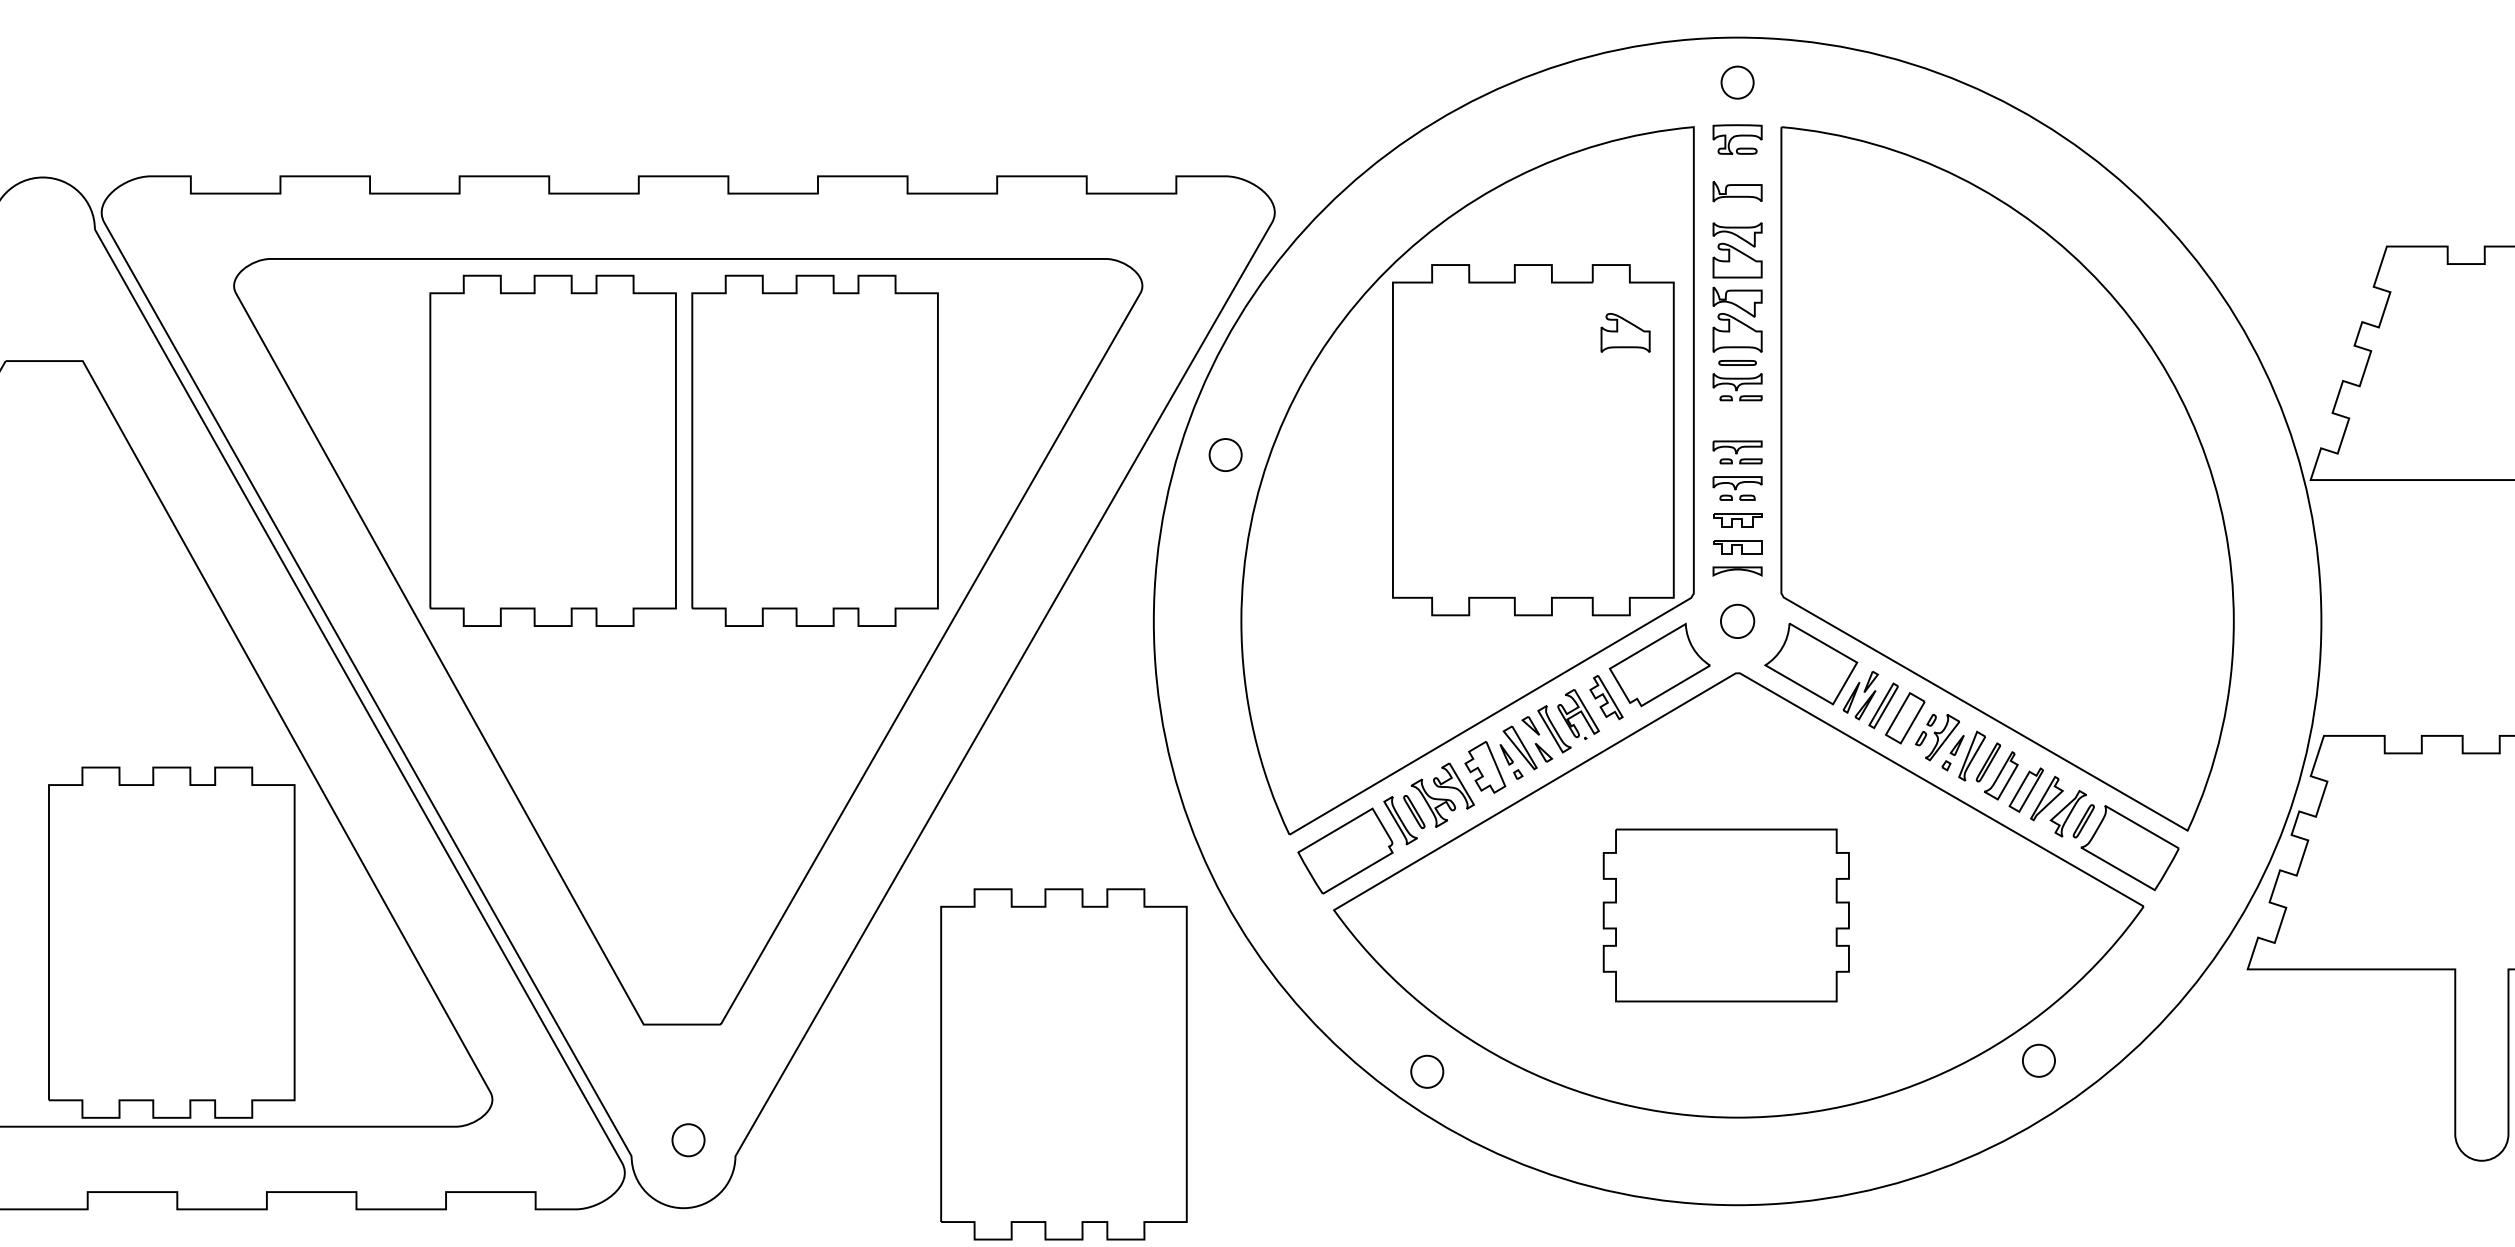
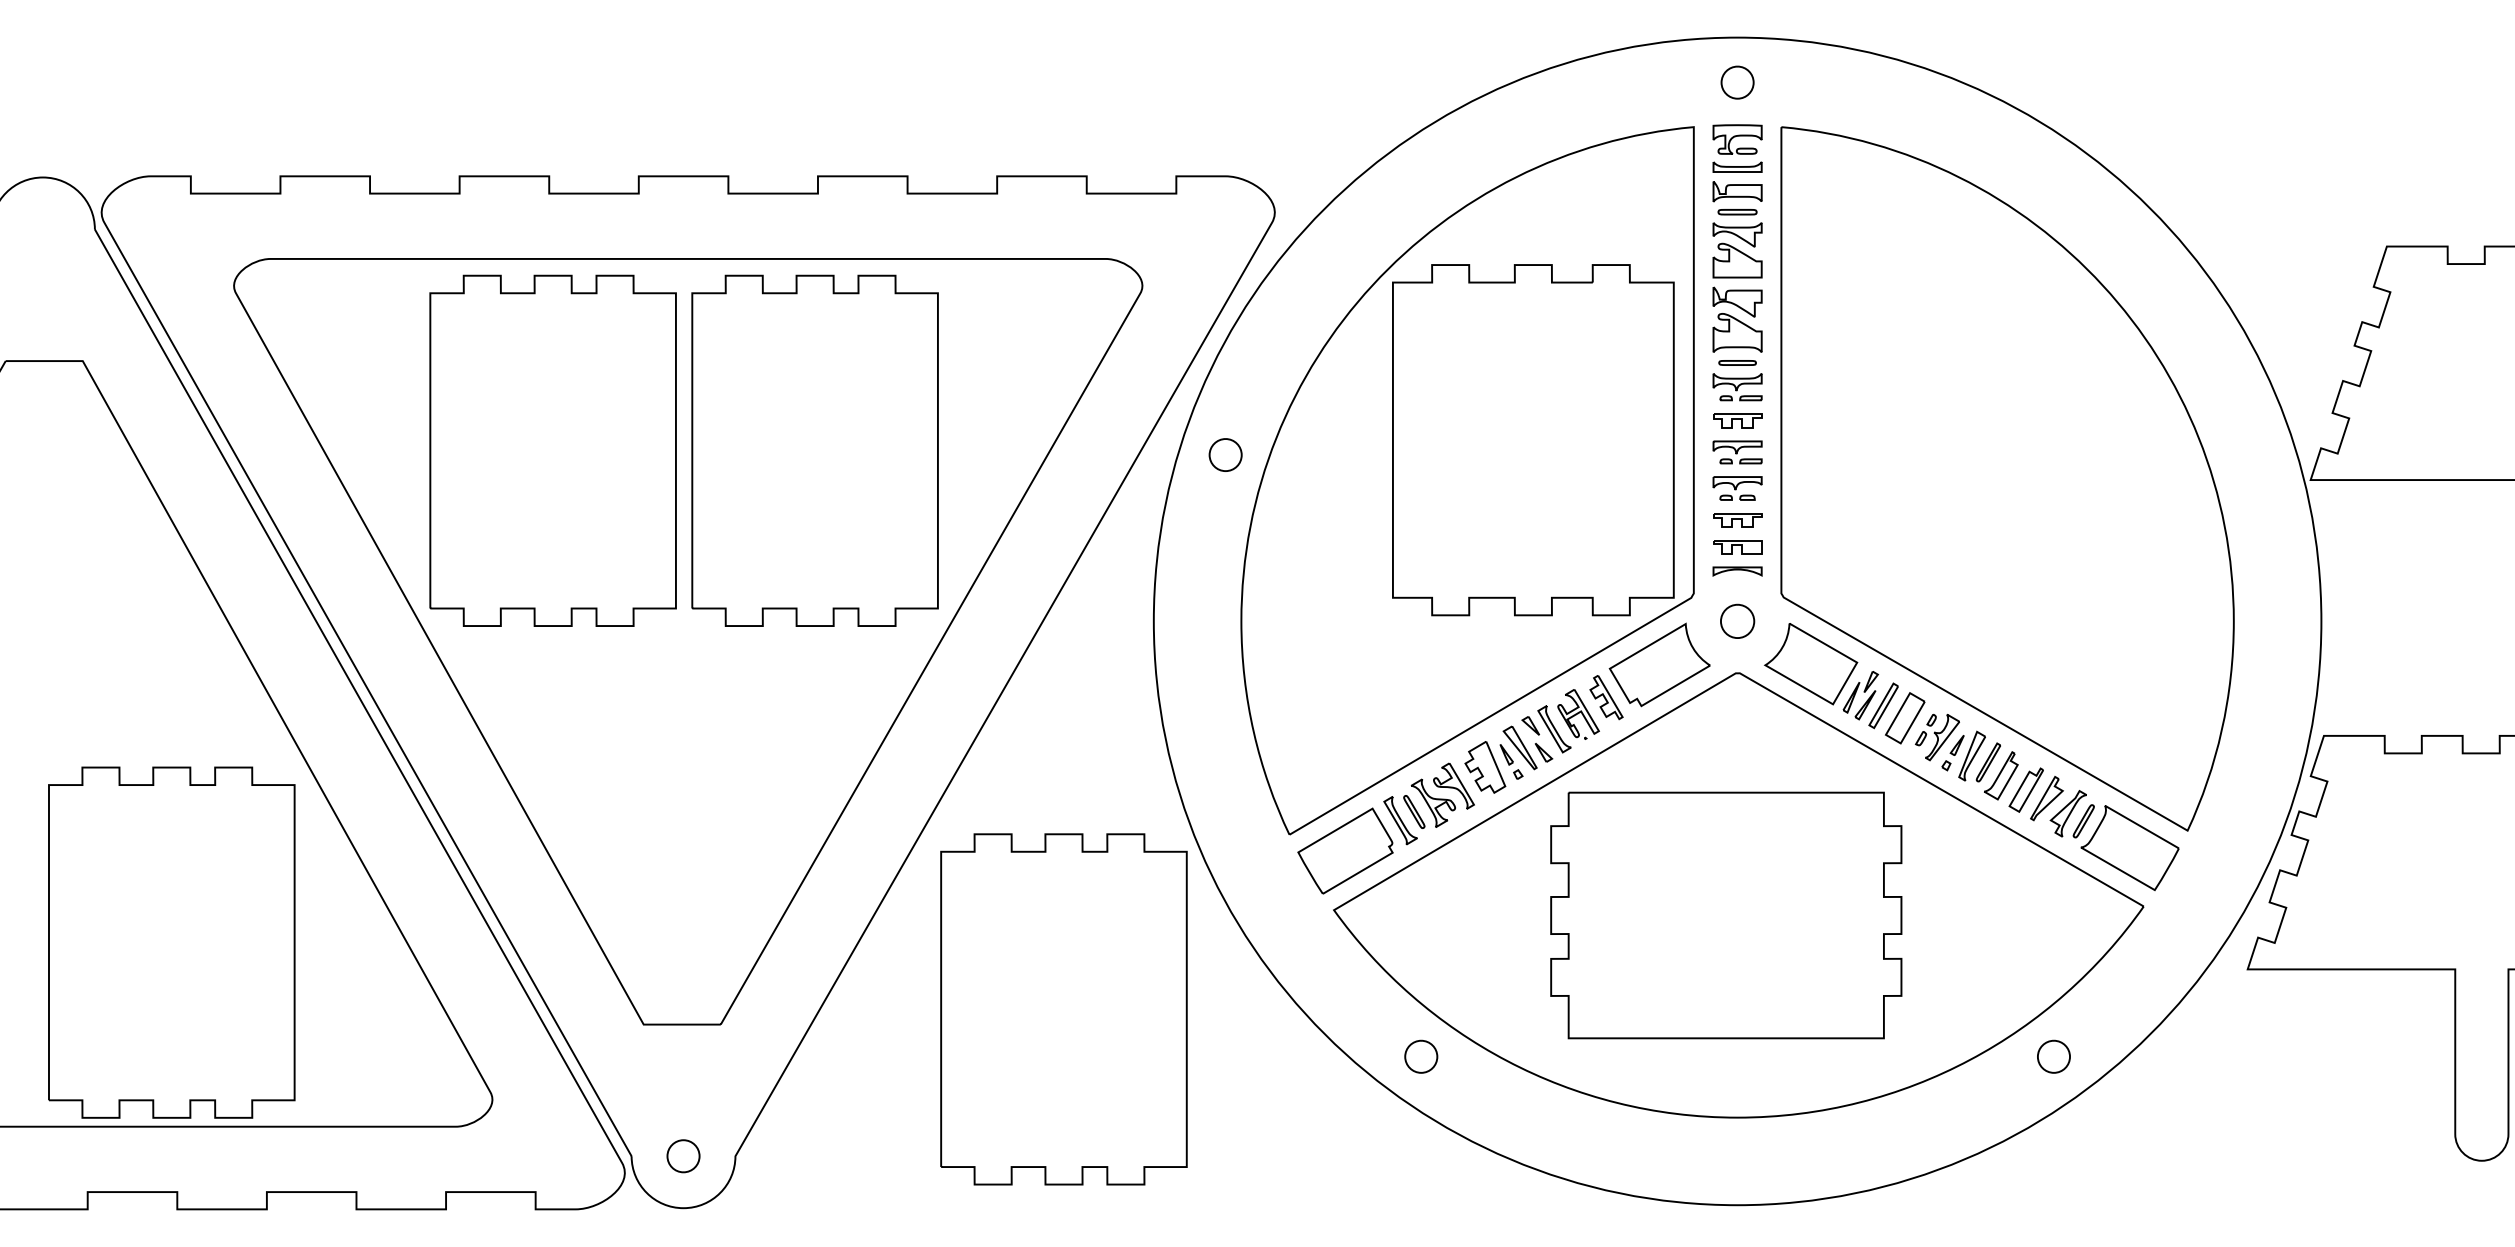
part at (1737, 166): none -> present
part at (1737, 212): none -> present
part at (1625, 332): present -> none
part at (1737, 420): none -> present
part at (1725, 915) size: 248x175 px -> 353x249 px
part at (2038, 1060) position: (2038, 1060) -> (2053, 1056)
part at (1063, 1064) position: (1063, 1064) -> (1063, 1009)
part at (1427, 1071) position: (1427, 1071) -> (1421, 1056)
part at (688, 1140) position: (688, 1140) -> (683, 1156)
